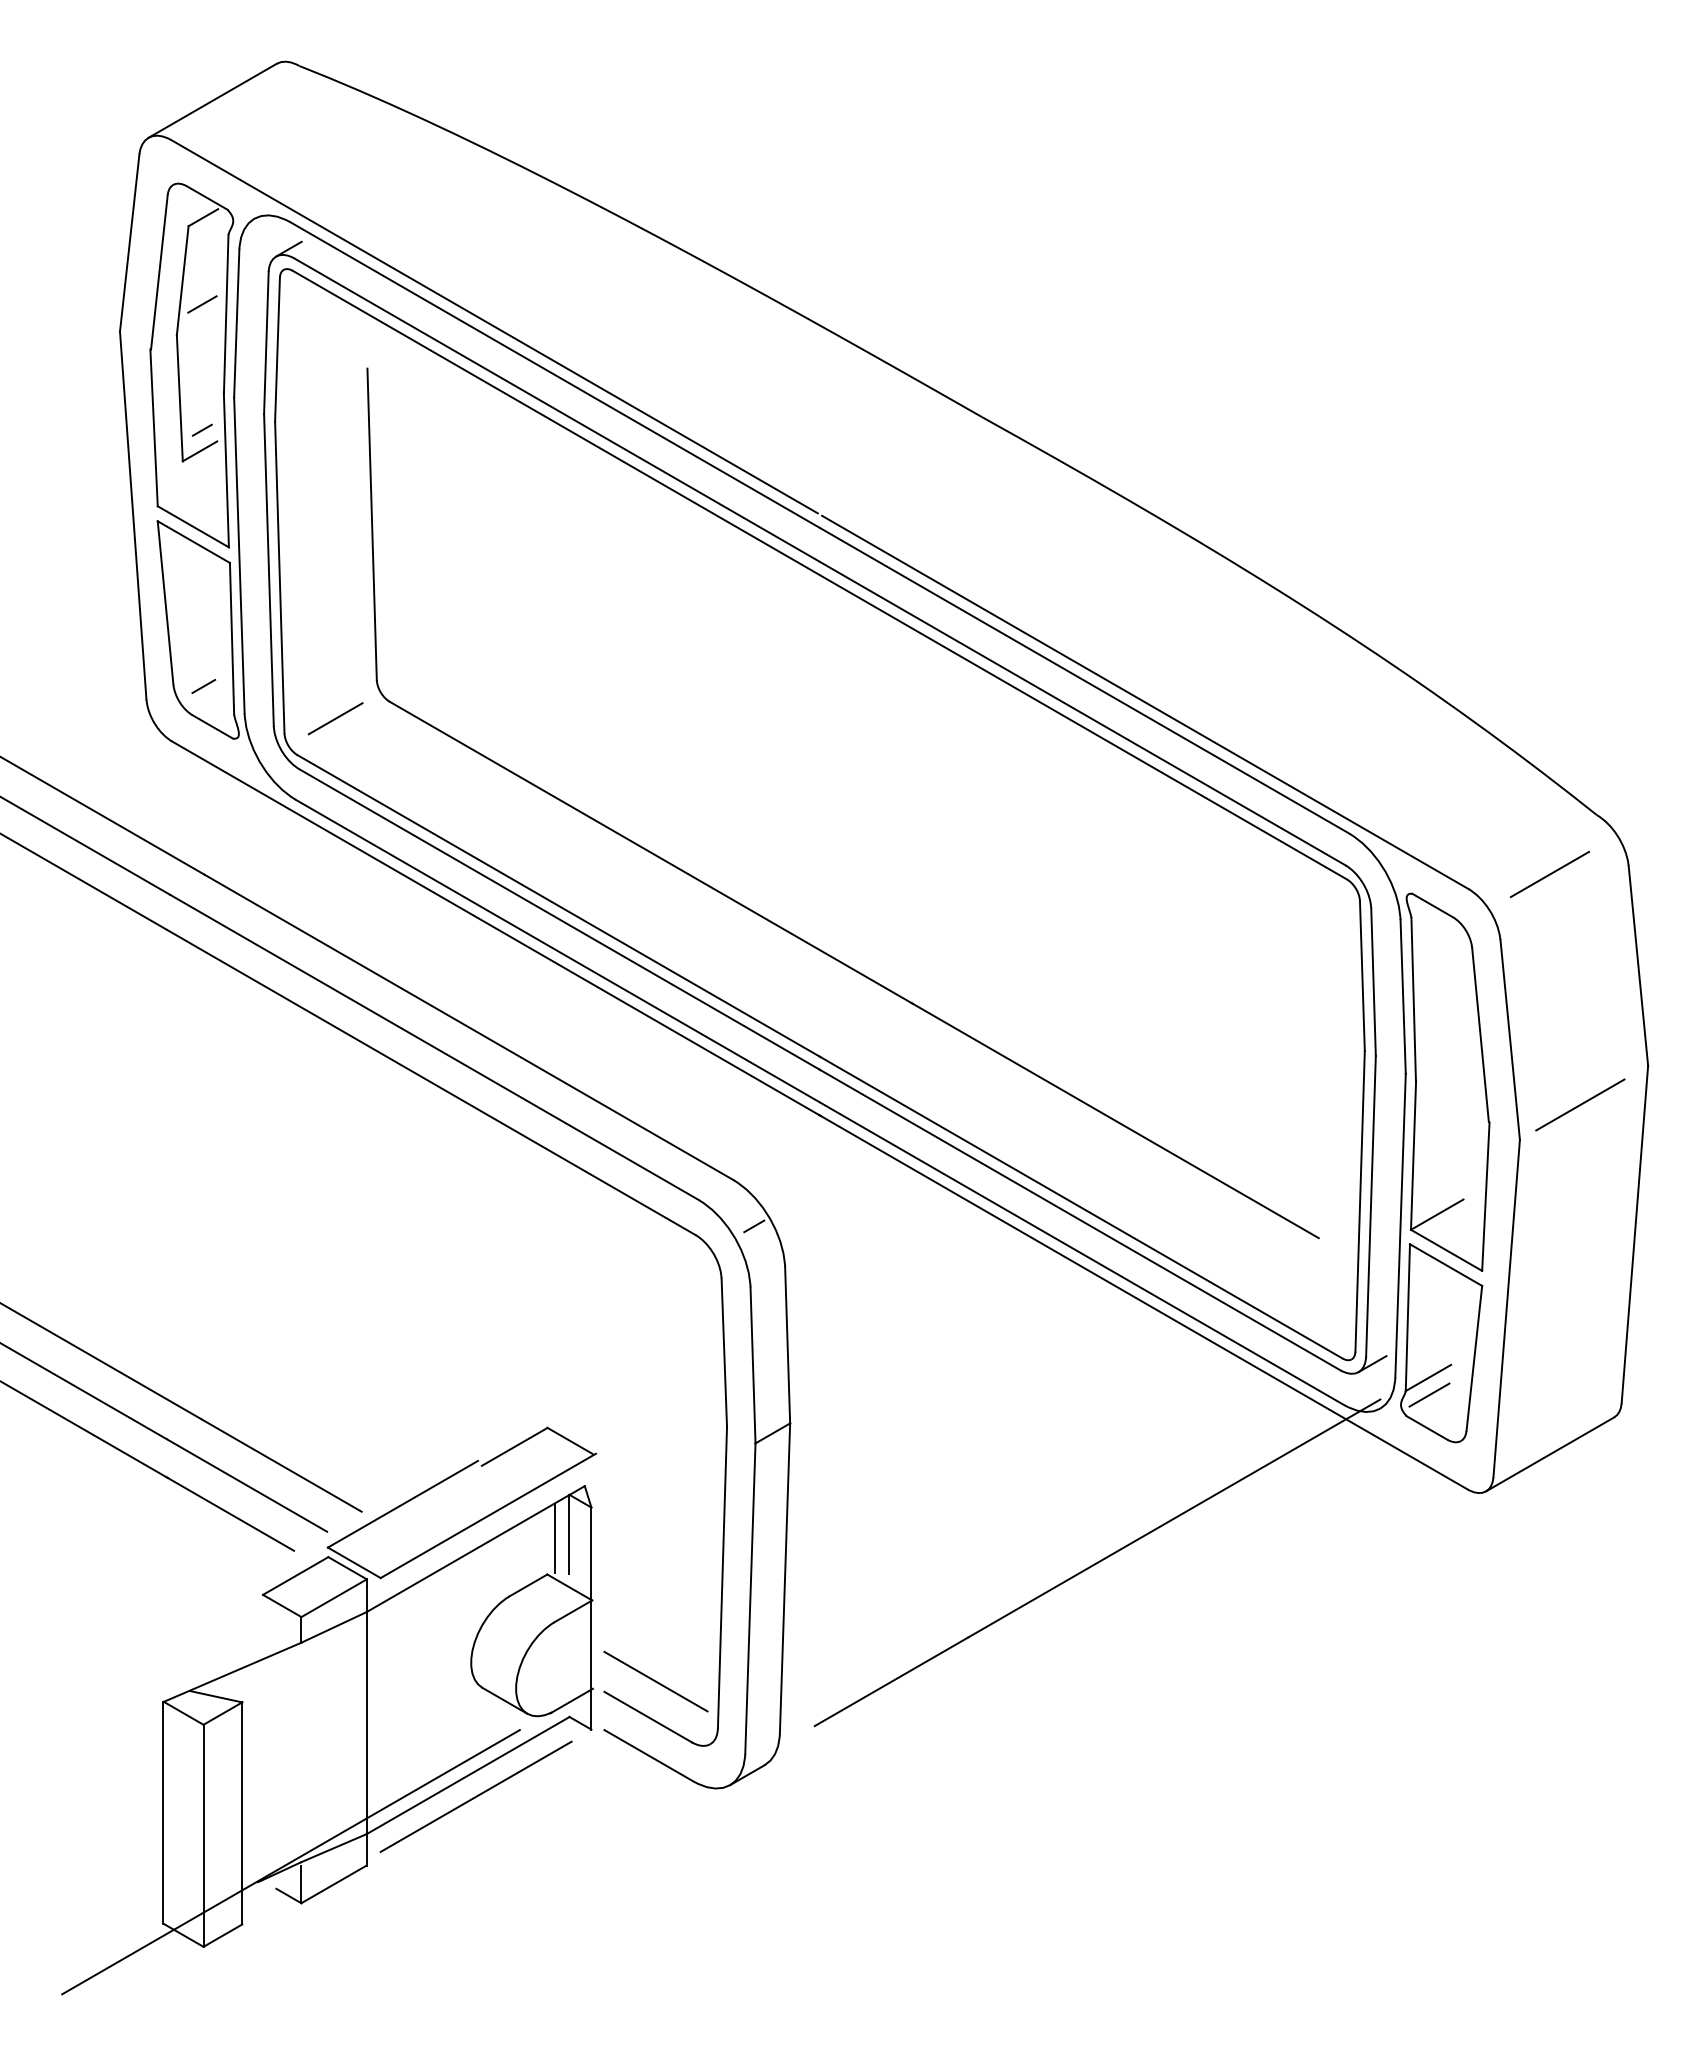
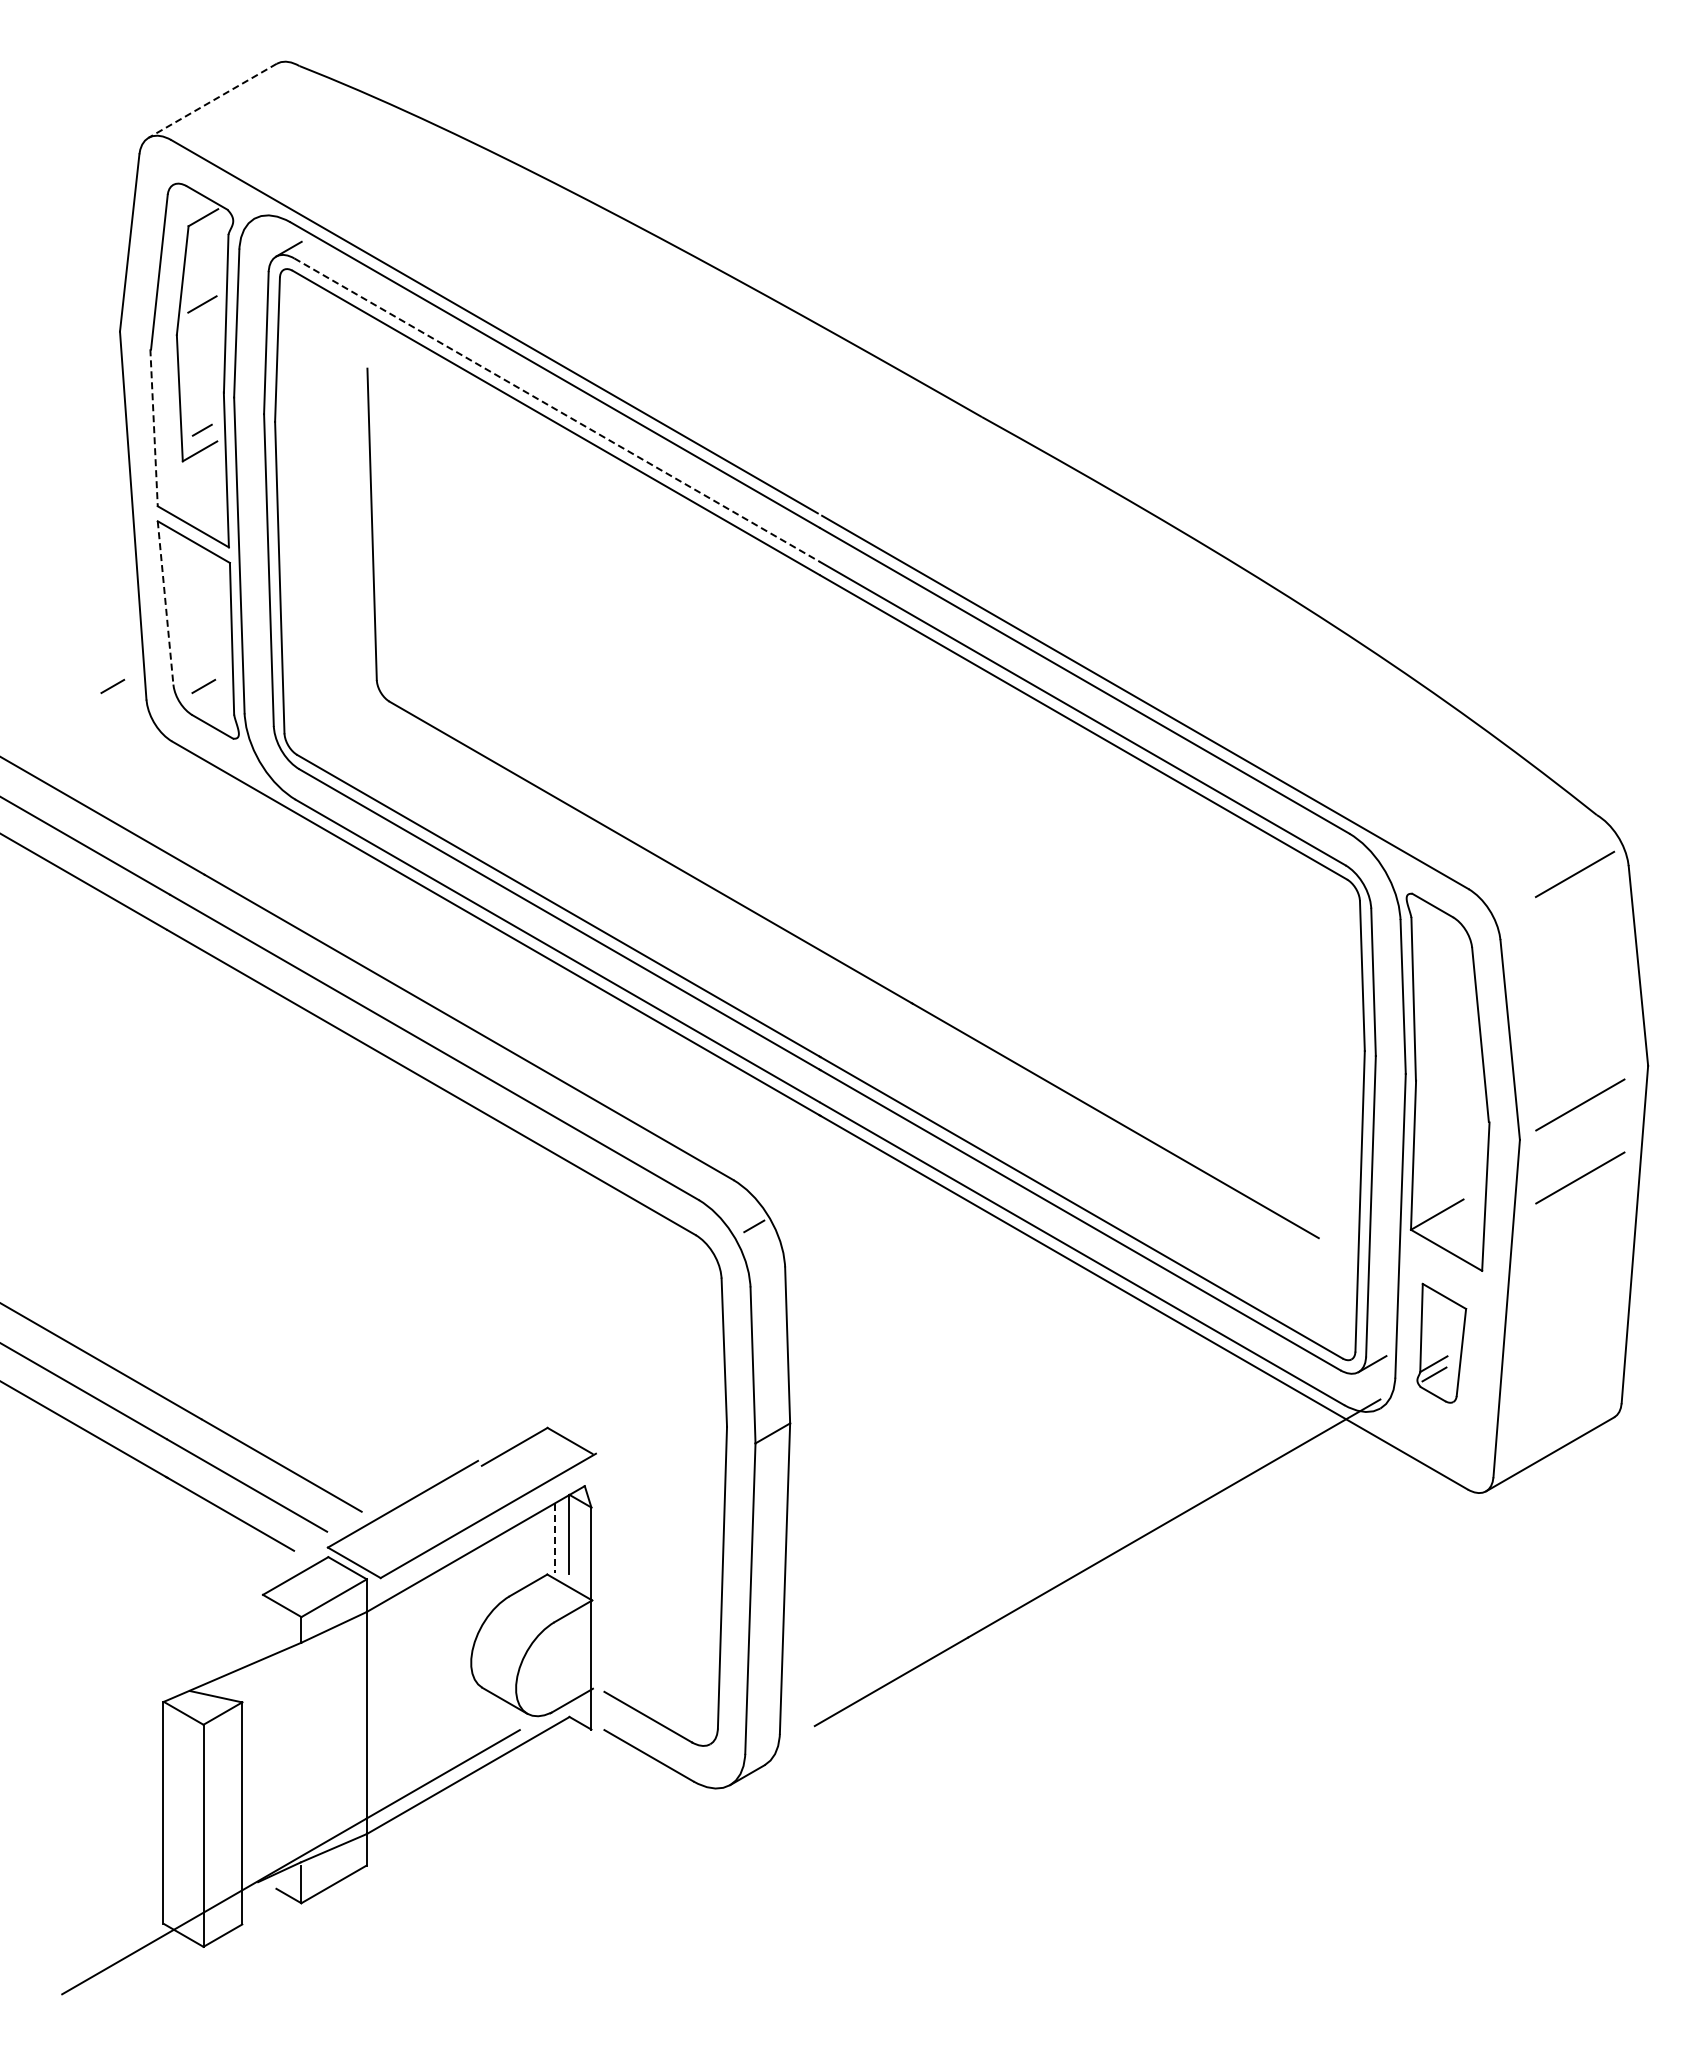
line at (212, 101): solid -> dashed
line at (557, 410): solid -> dashed
line at (154, 427): solid -> dashed
line at (165, 603): solid -> dashed
line at (112, 686): none -> present
line at (335, 718): present -> none
line at (1549, 873) position: (1549, 873) -> (1574, 873)
line at (1580, 1177): none -> present
part at (1441, 1343) size: 84x201 px -> 52x122 px
line at (554, 1538): solid -> dashed
line at (655, 1681): present -> none
line at (475, 1796): present -> none
